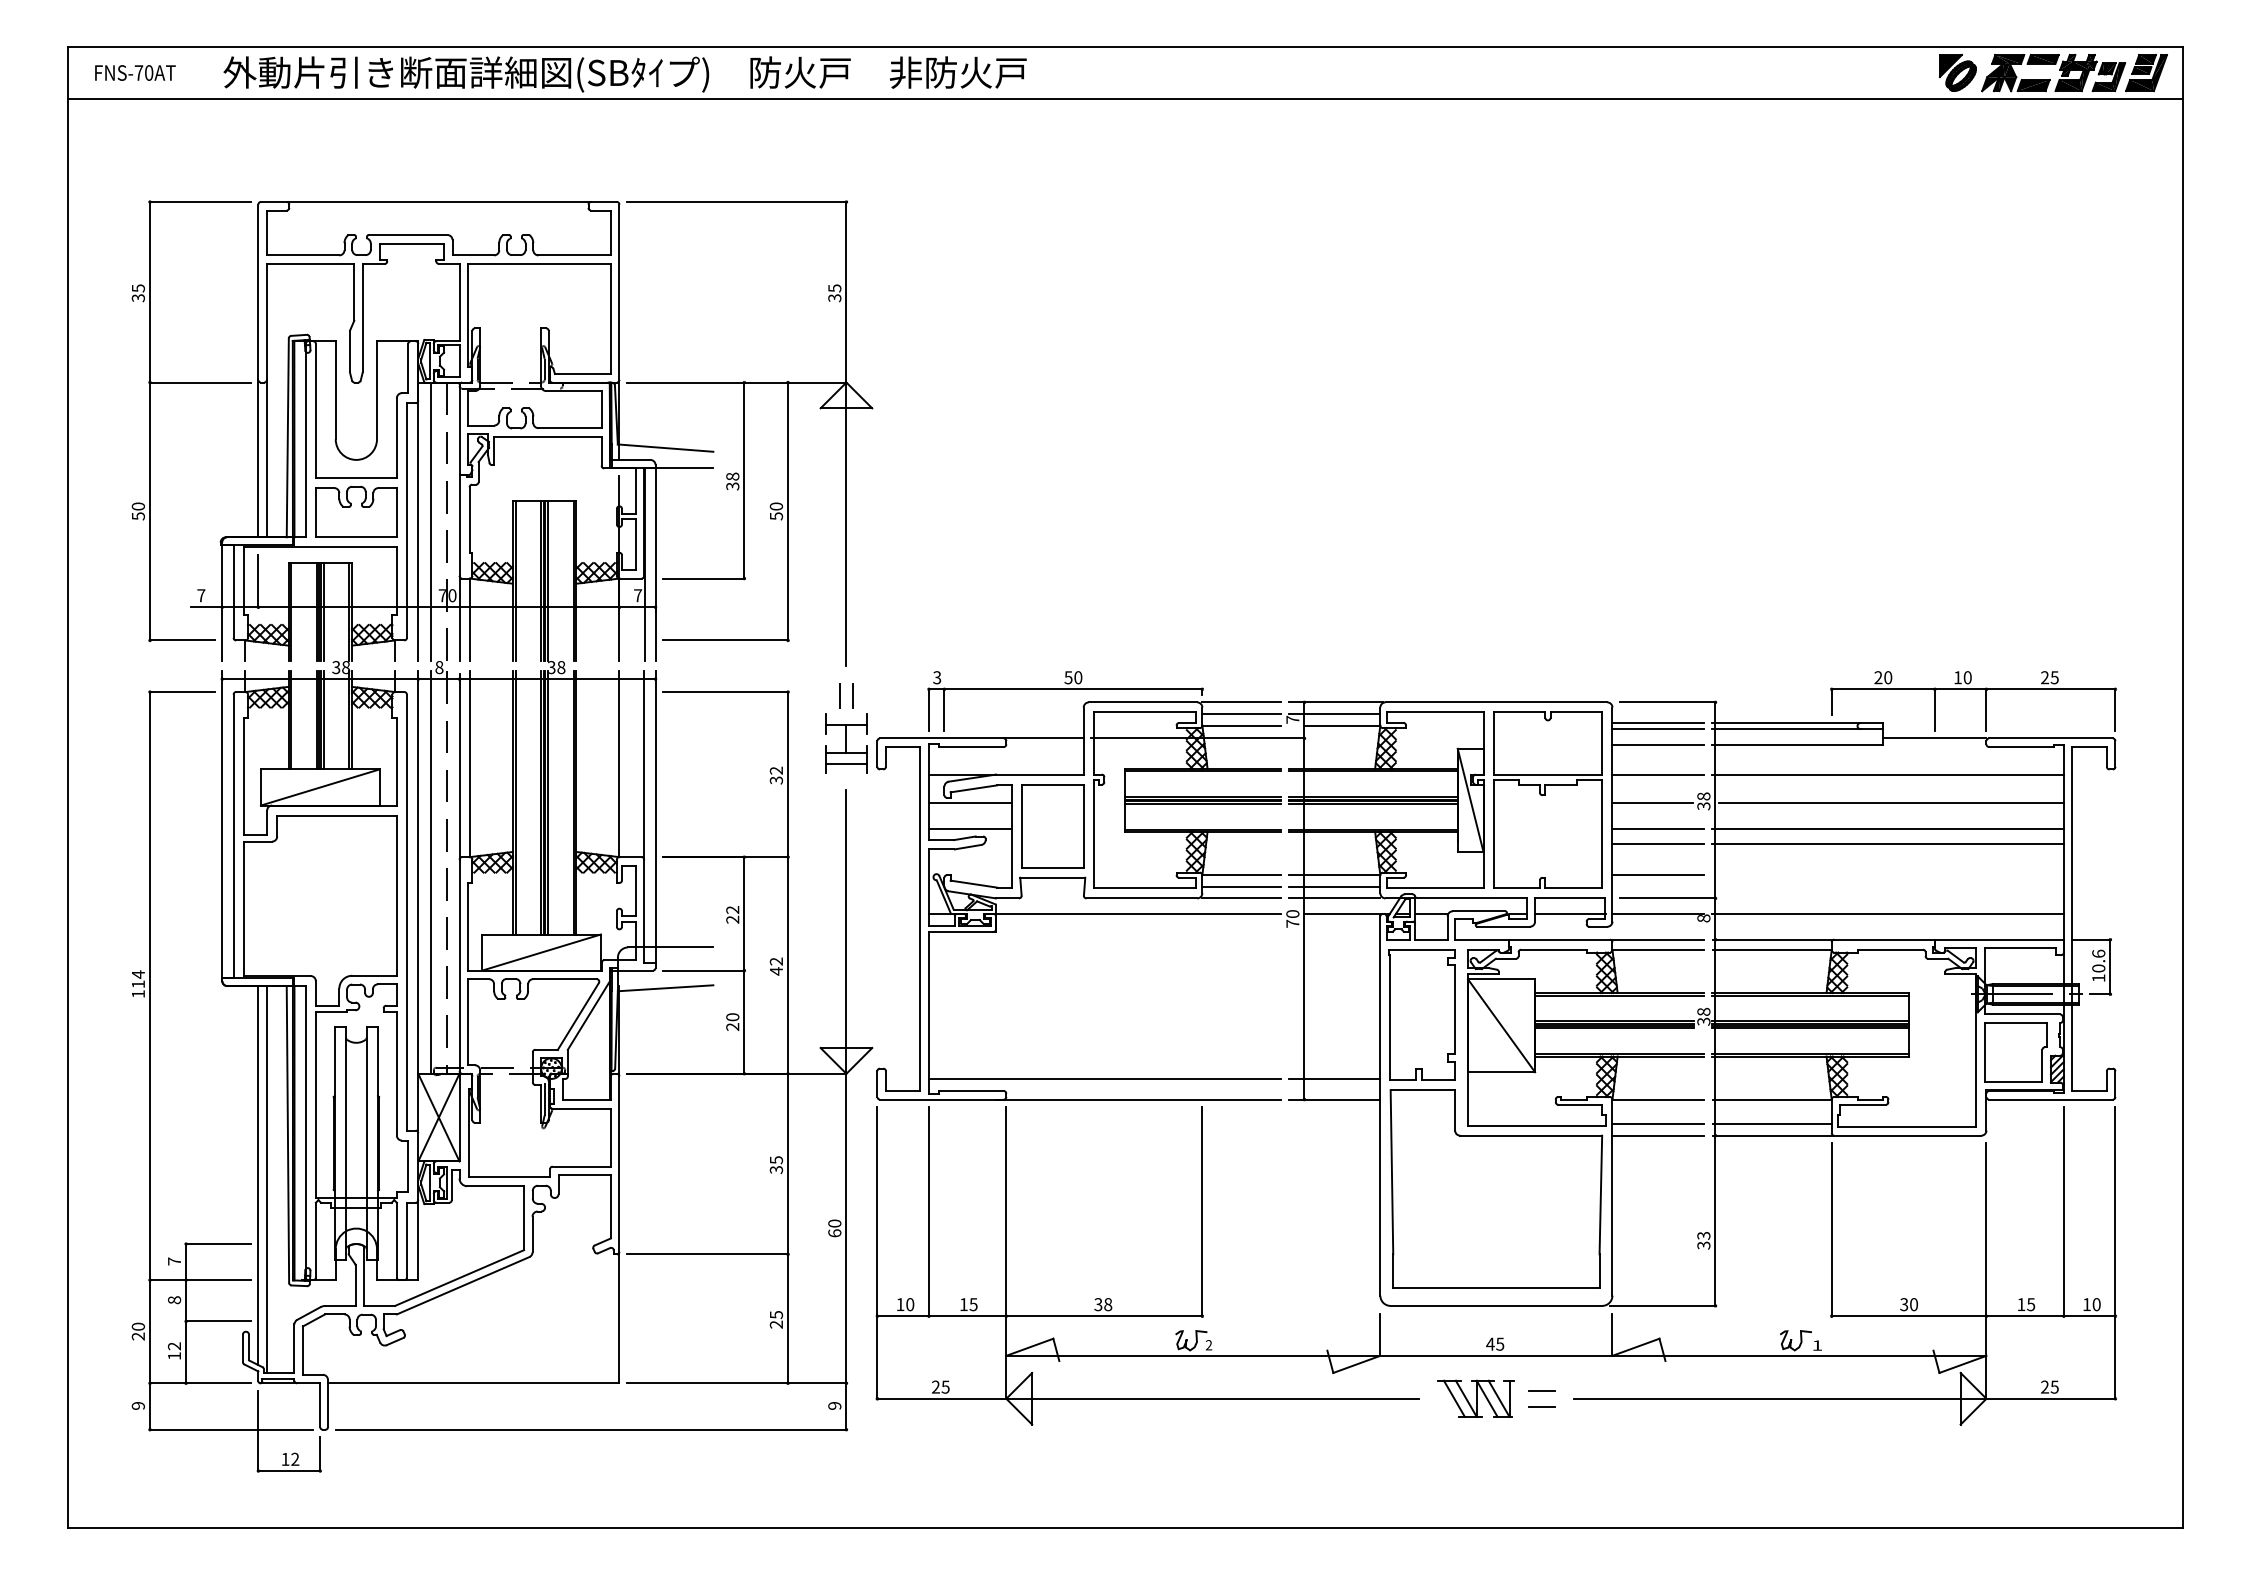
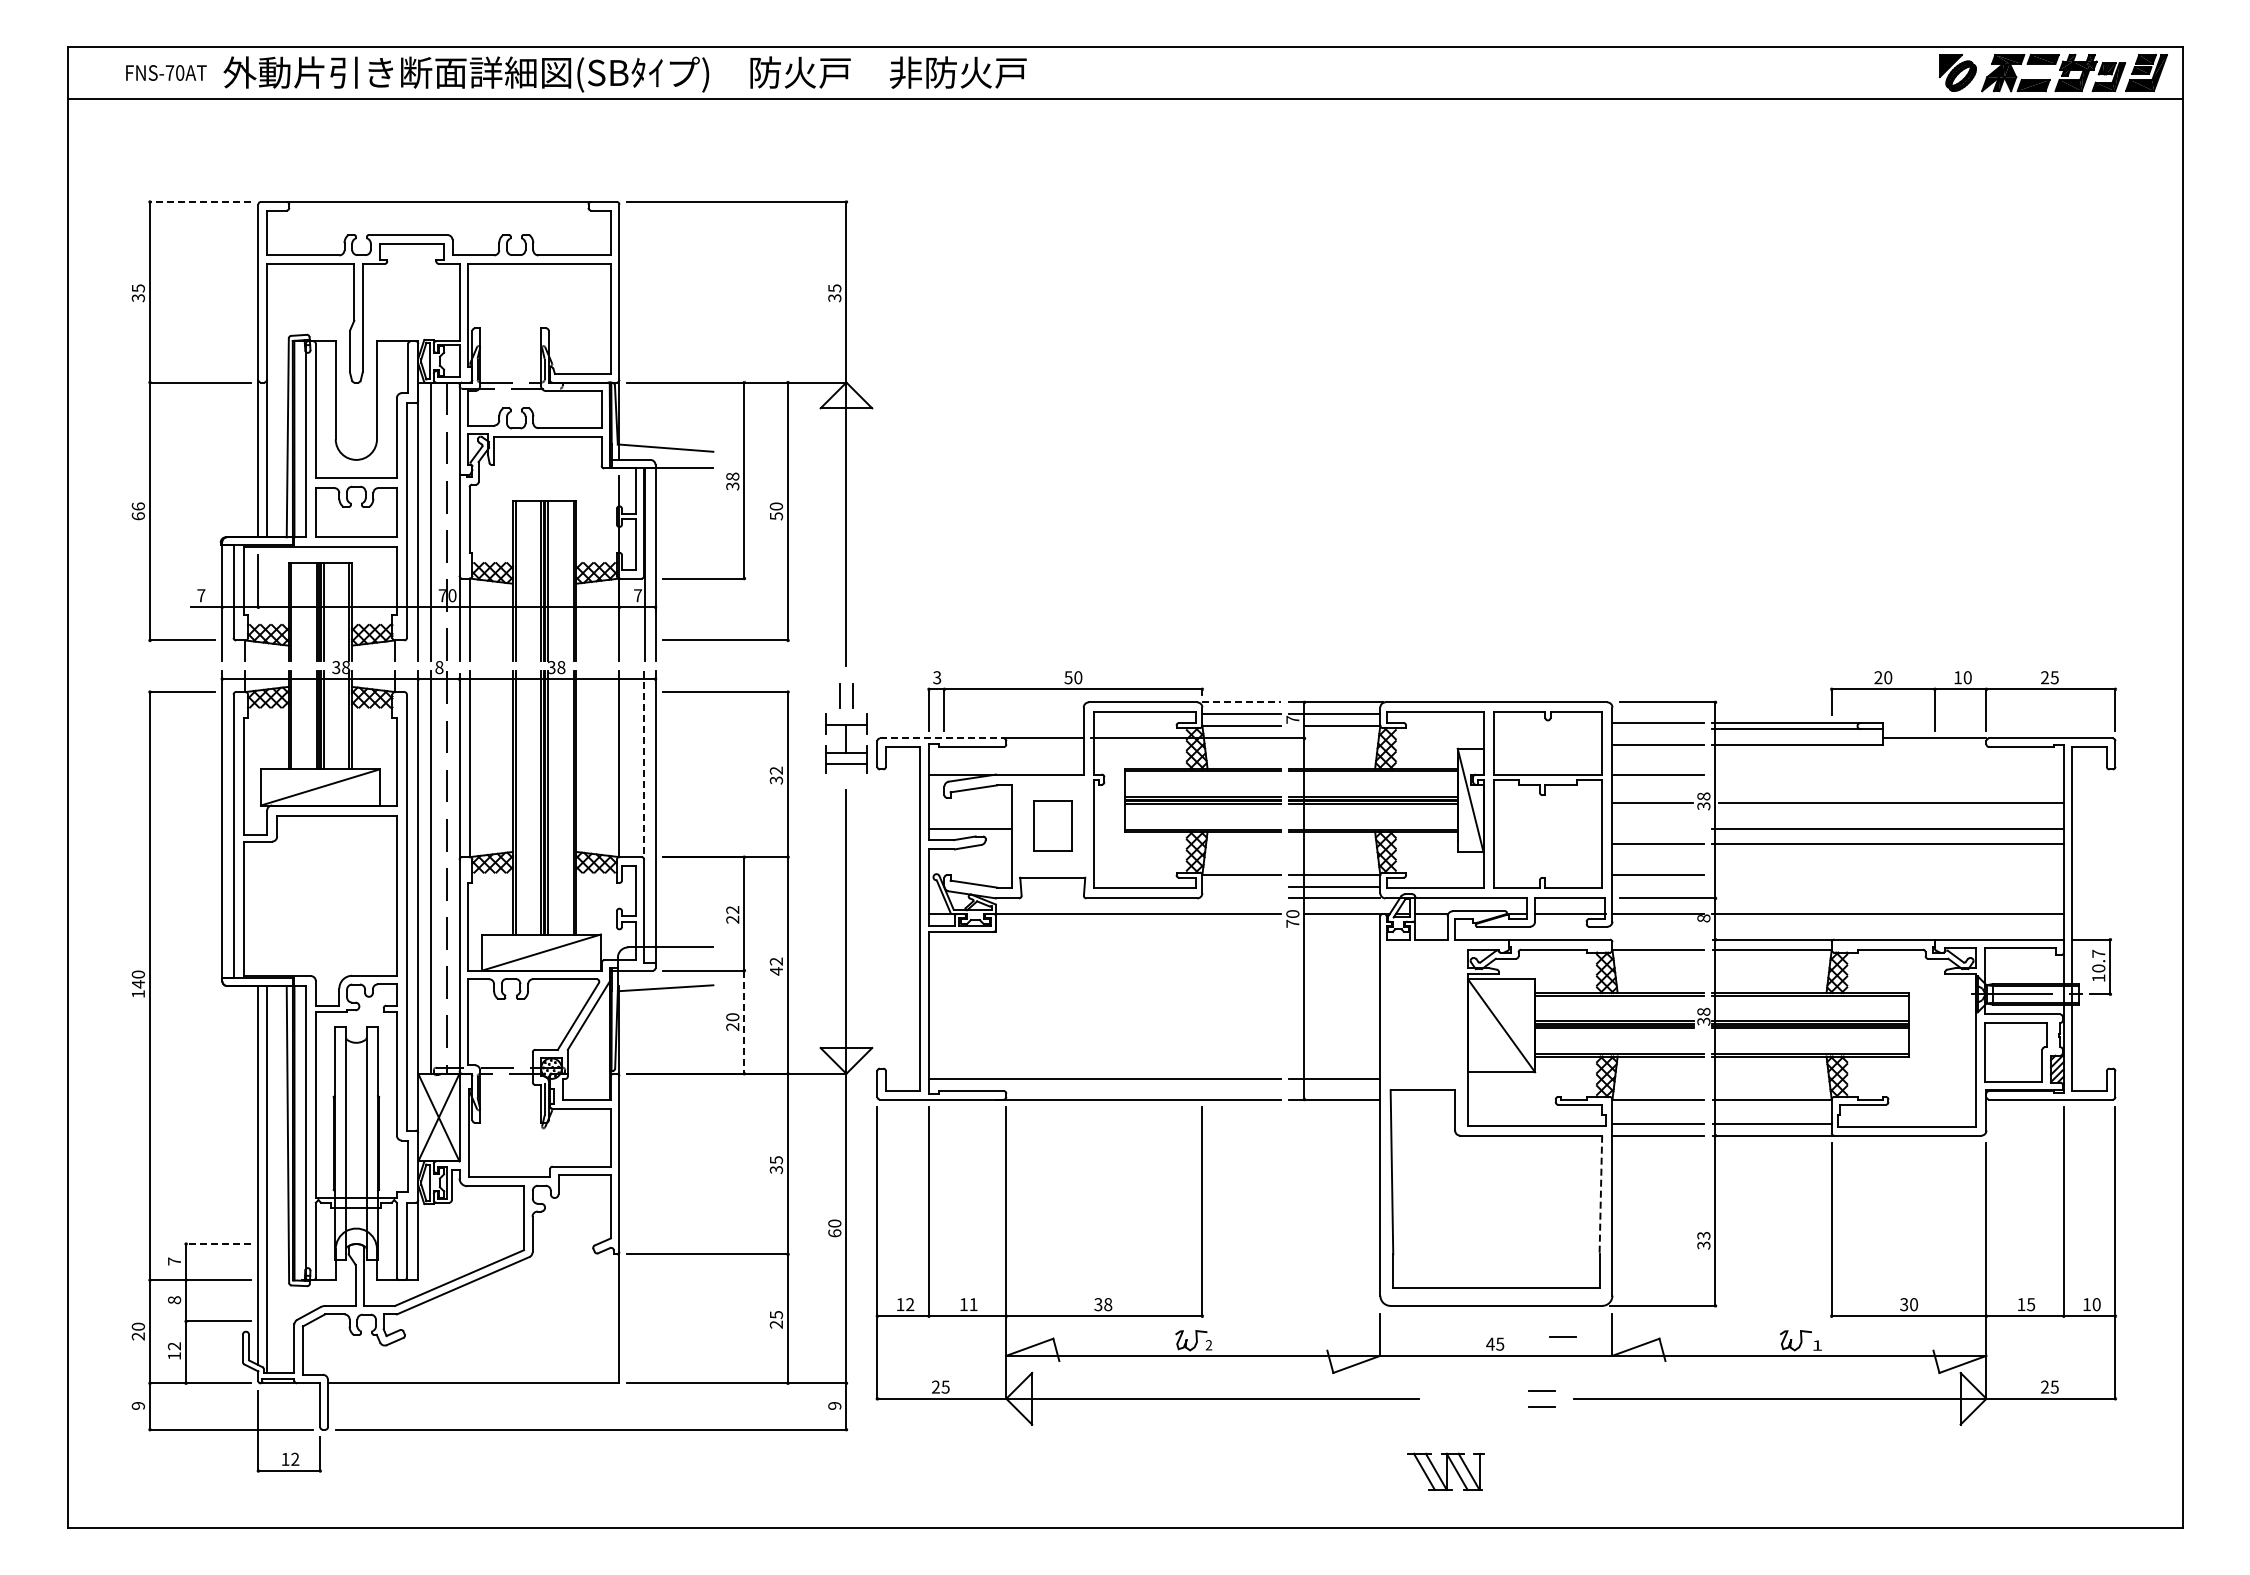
text at (135, 72) position: (135, 72) -> (166, 72)
line at (199, 202): solid -> dashed
text at (137, 511): 50 -> 66
line at (1242, 702): solid -> dashed
line at (1658, 729): present -> none
line at (941, 738): solid -> dashed
line at (644, 766): solid -> dashed
line at (1887, 774): present -> none
line at (969, 802): present -> none
part at (1052, 826) size: 64x85 px -> 40x52 px
line at (1658, 828): present -> none
line at (1241, 887): present -> none
line at (1241, 898): present -> none
line at (1658, 939): present -> none
text at (2098, 953): 10.6 -> 10.7
text at (137, 979): 114 -> 140
part at (1421, 1014): present -> none
line at (744, 1022): solid -> dashed
line at (1600, 1195): solid -> dashed
line at (217, 1244): solid -> dashed
text at (910, 1304): 10 -> 12
text at (973, 1304): 15 -> 11
line at (1562, 1336): none -> present
part at (1475, 1398) position: (1475, 1398) -> (1445, 1471)
